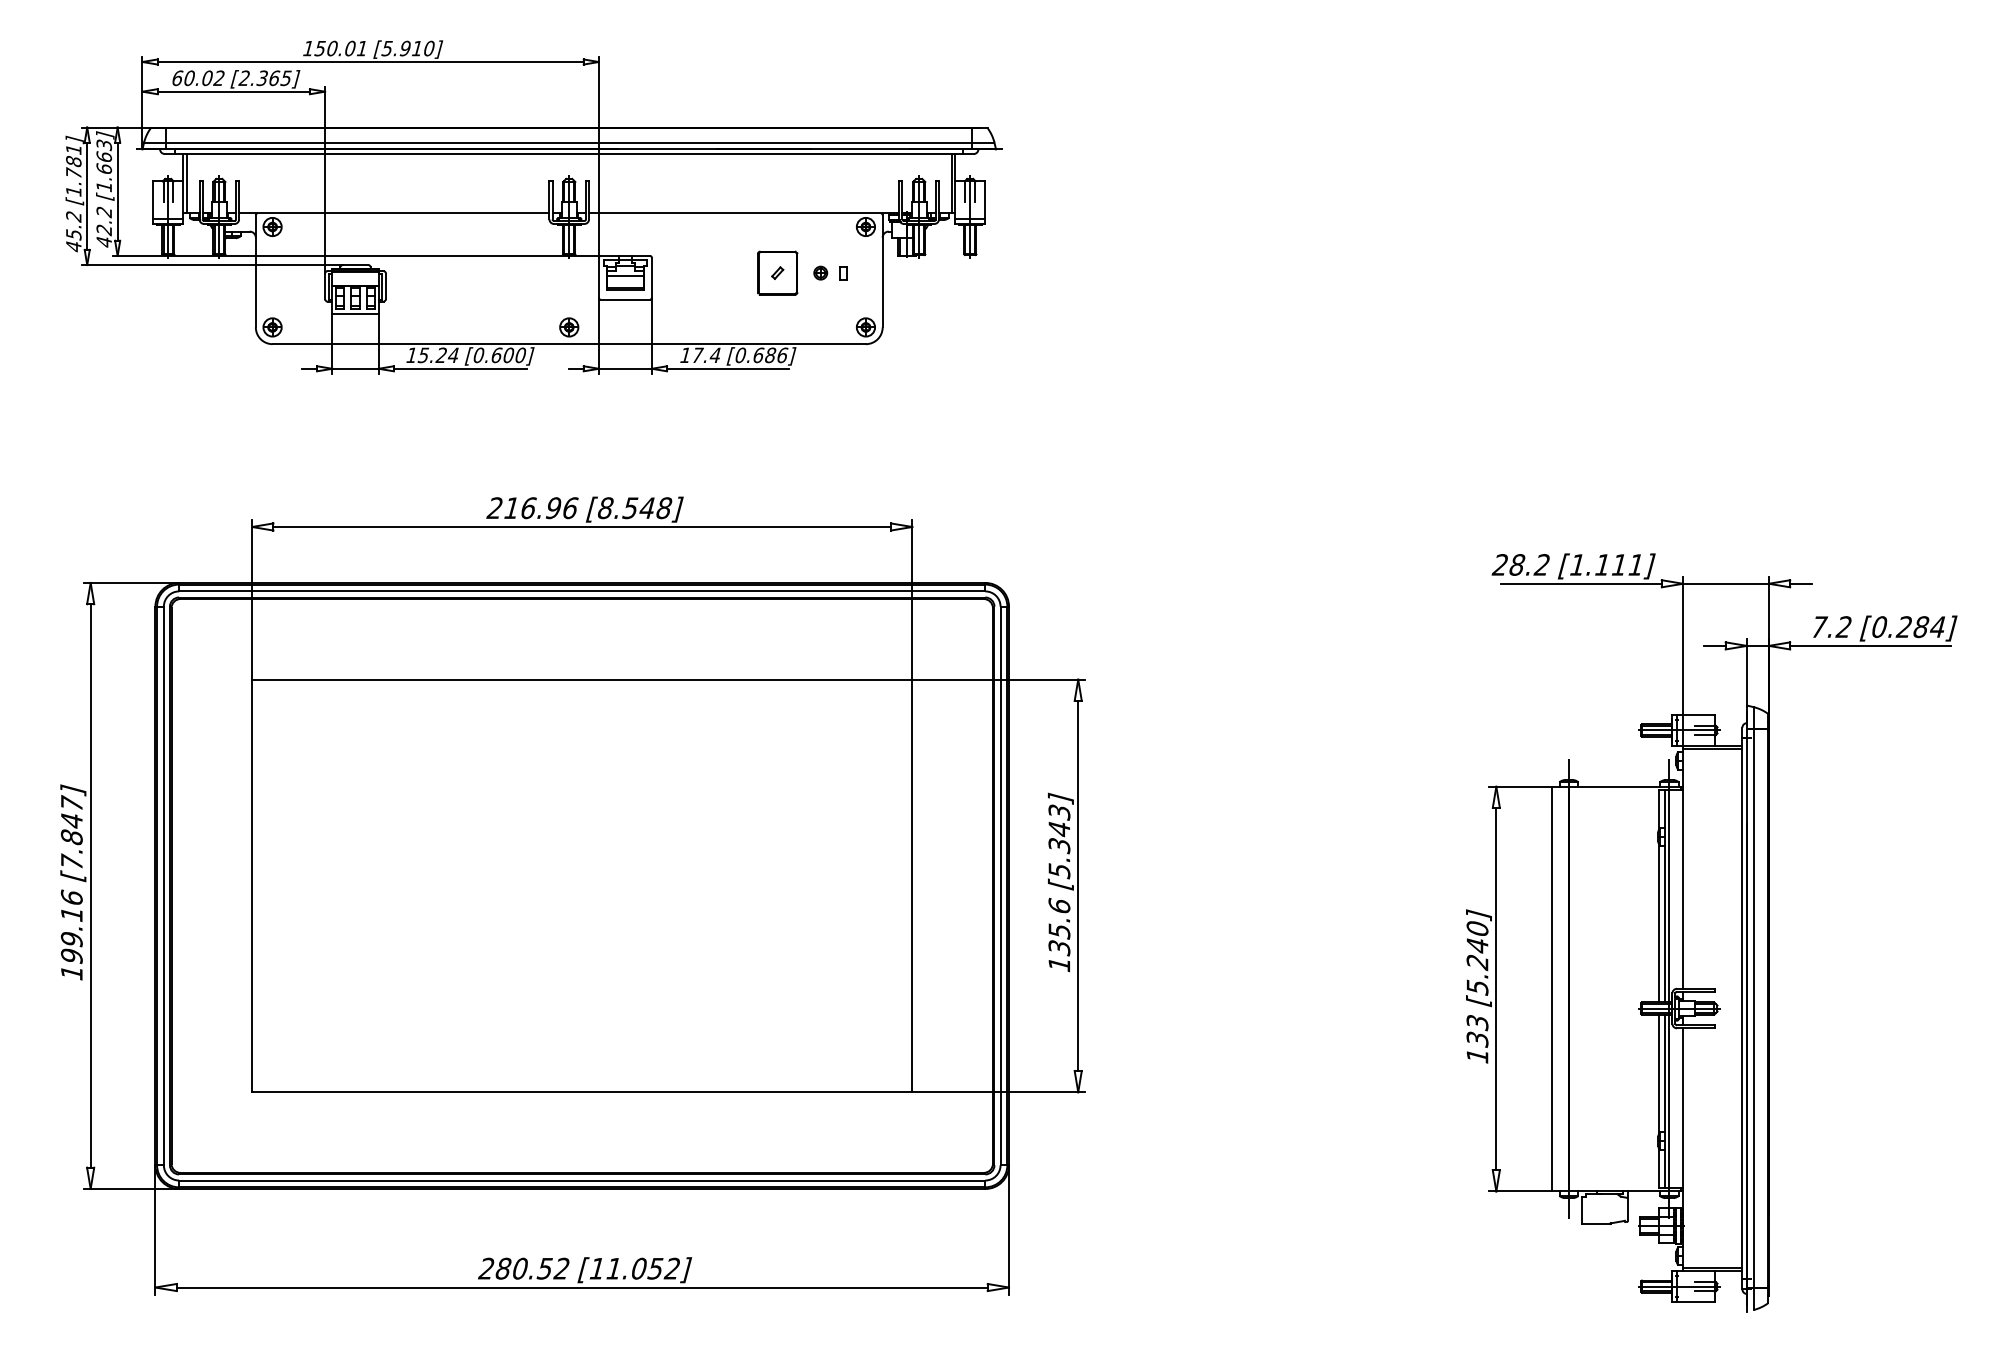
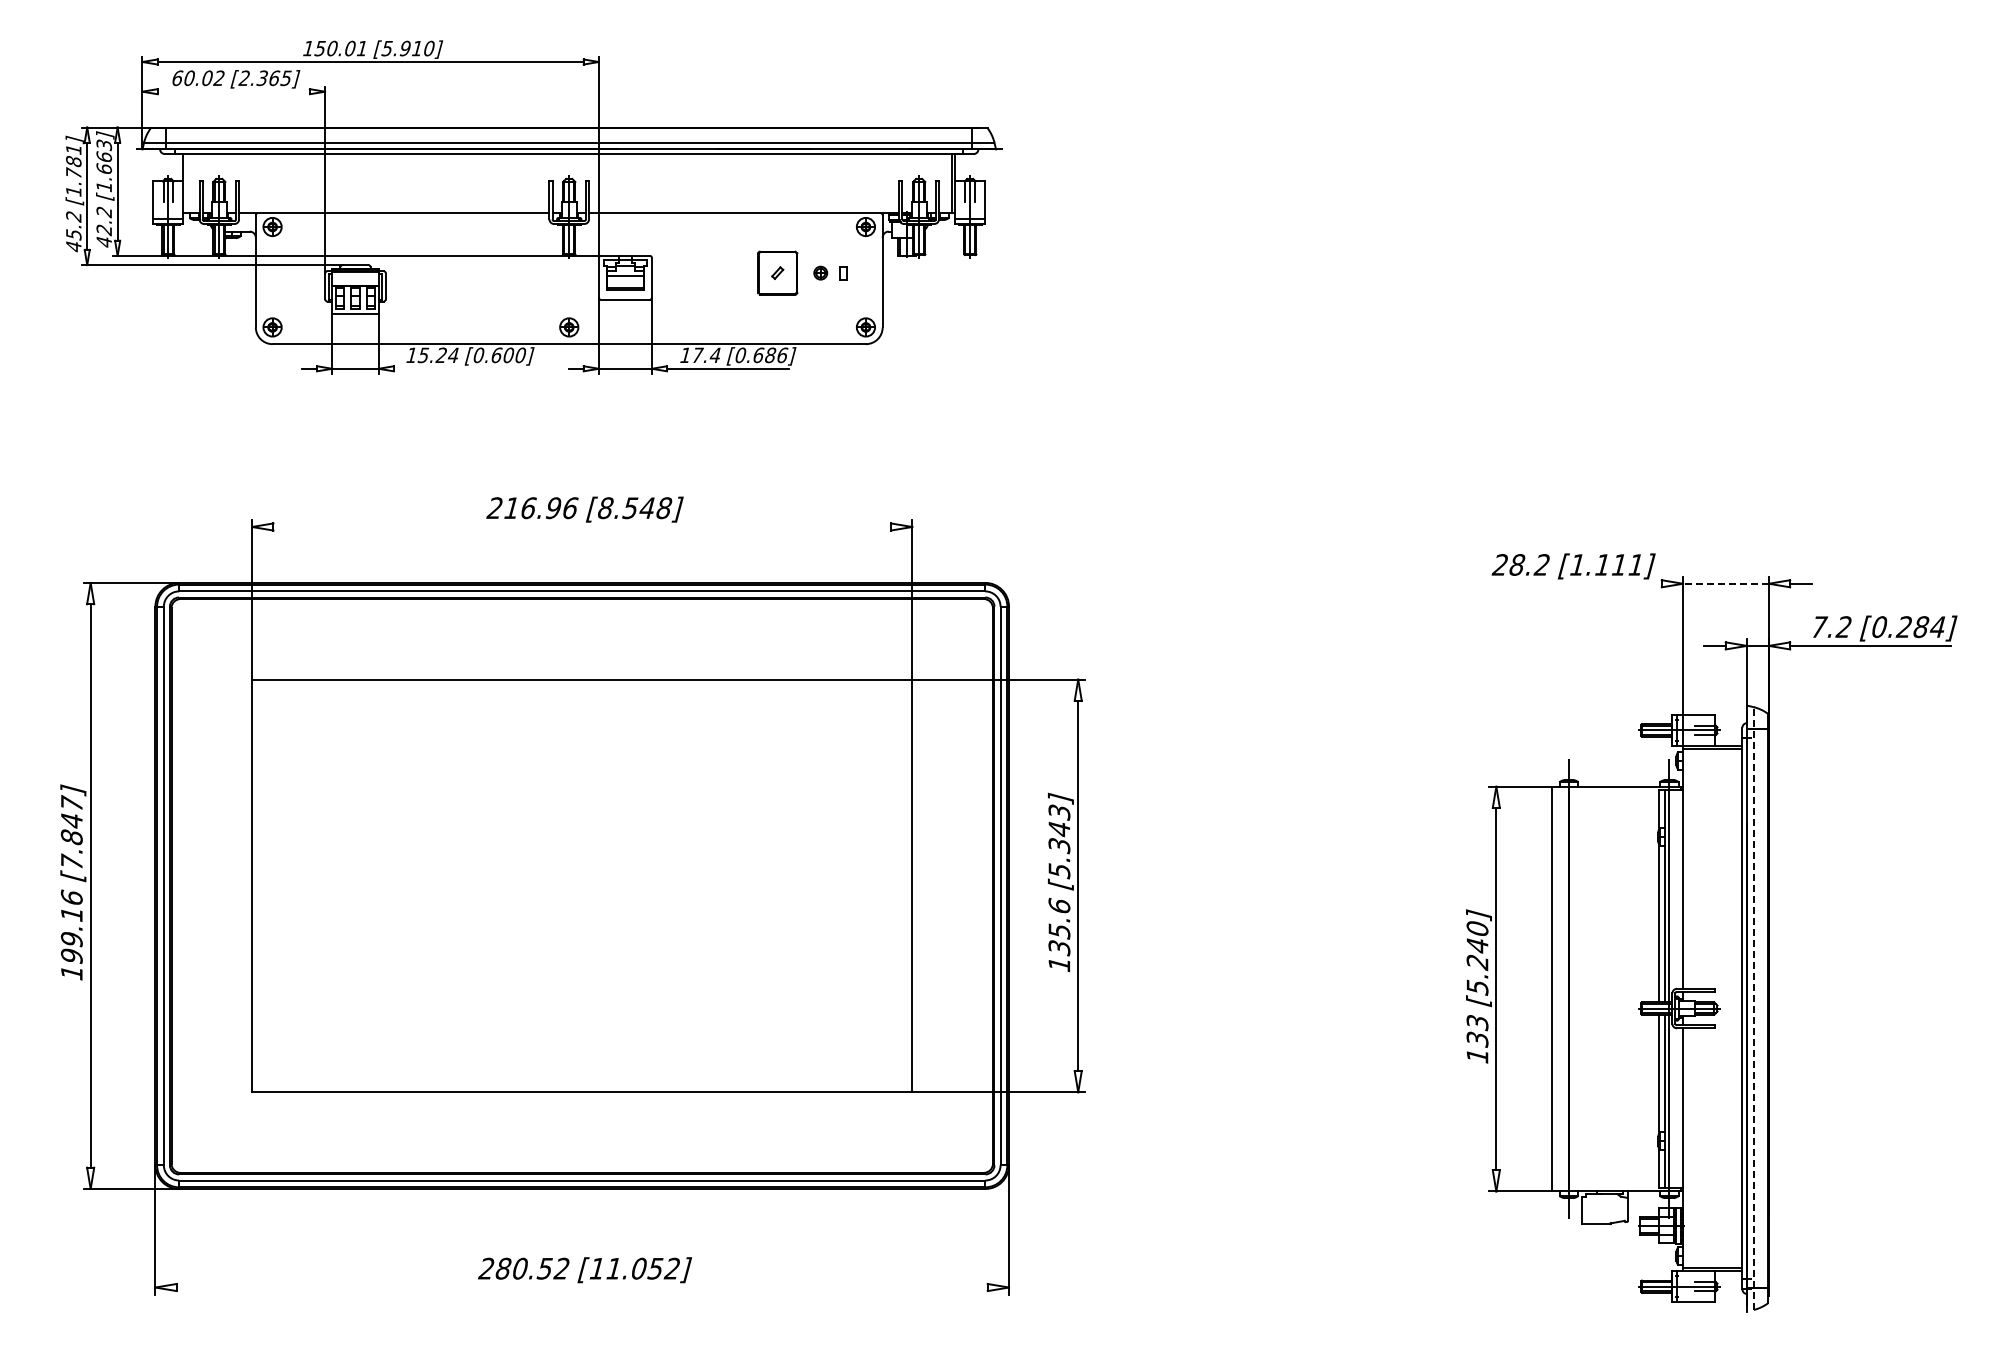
line at (233, 91): present -> none
line at (186, 183): present -> none
line at (460, 368): present -> none
line at (582, 527): present -> none
line at (1581, 583): present -> none
line at (1725, 583): solid -> dashed
line at (1753, 1008): solid -> dashed
line at (581, 1287): present -> none
